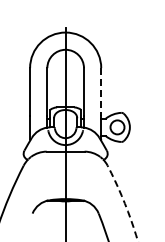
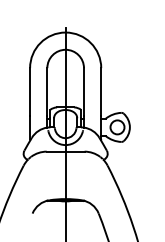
line at (101, 91): dashed -> solid
arc at (124, 202): dashed -> solid
